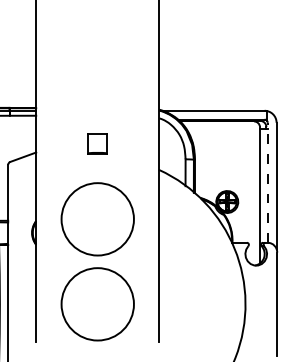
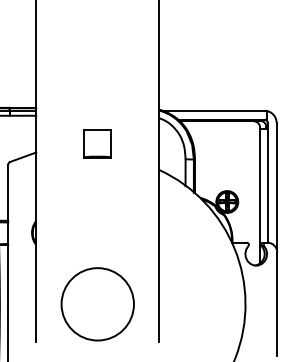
part at (97, 143) size: 21x22 px -> 29x30 px
line at (267, 182): dashed -> solid
circle at (97, 219): present -> none
